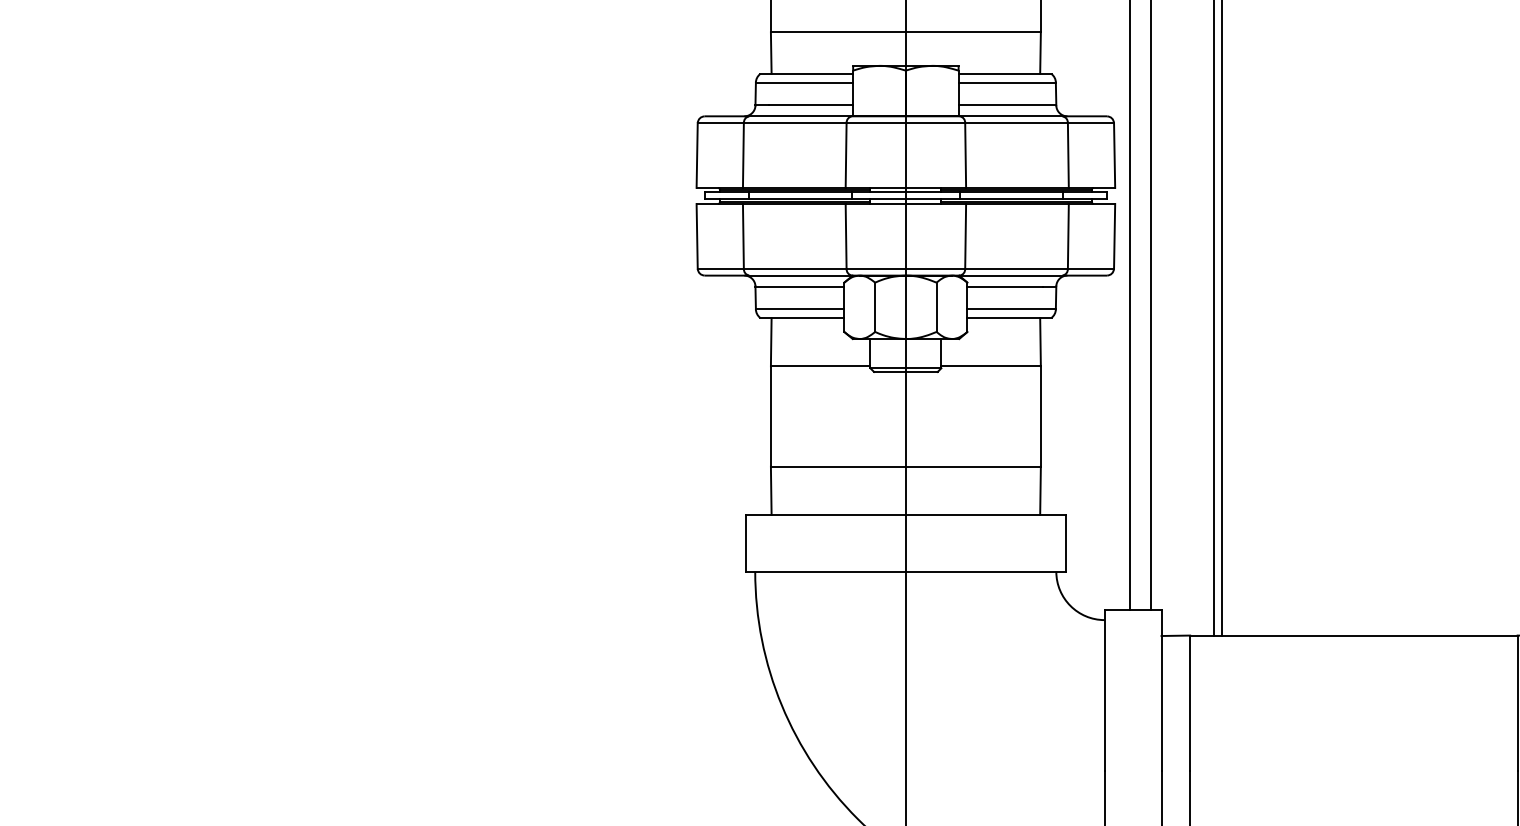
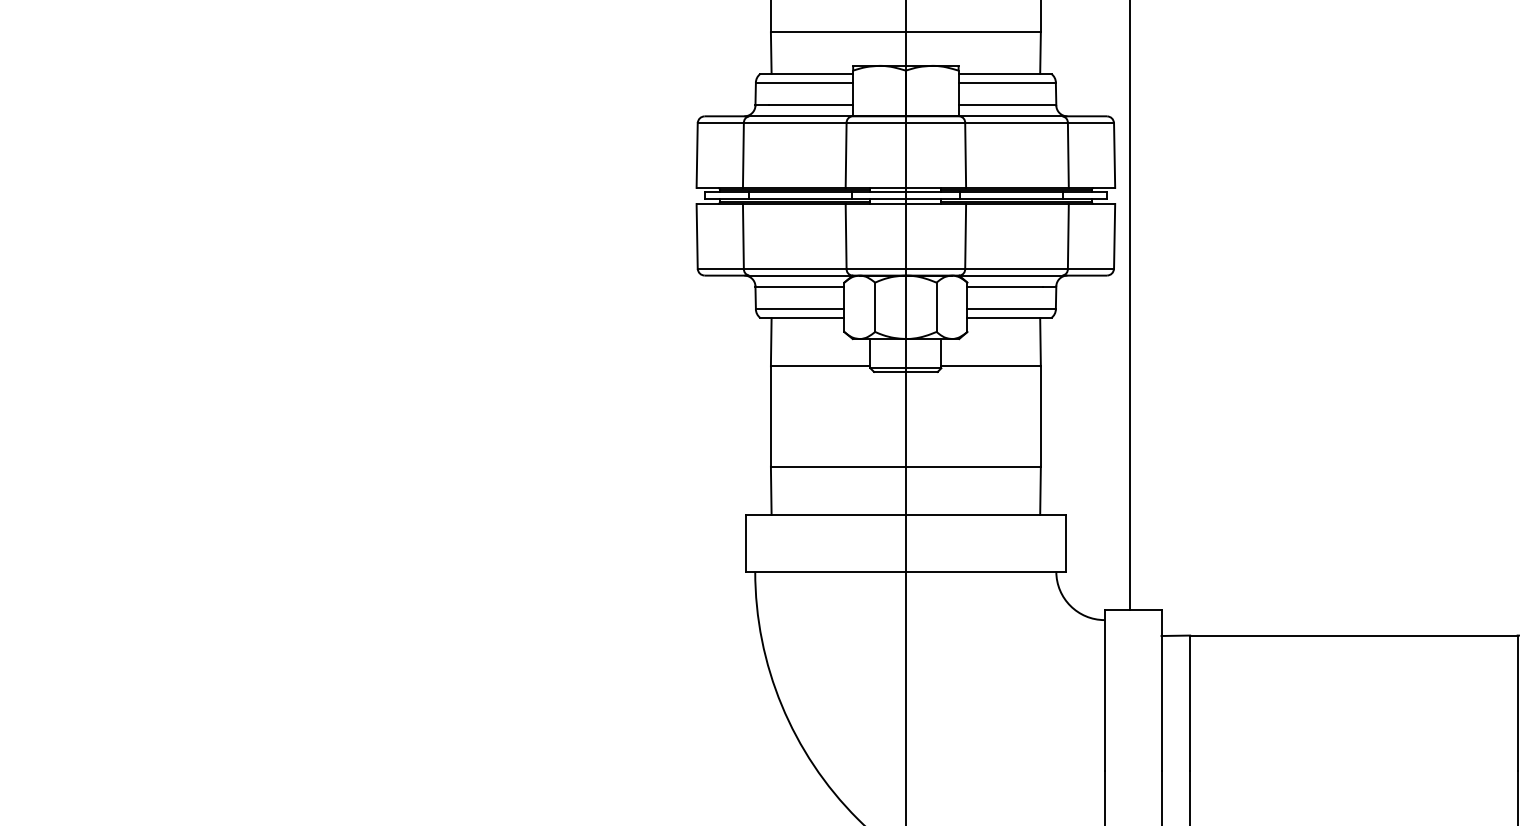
line at (1151, 306): present -> none
line at (1213, 318): present -> none
line at (1222, 318): present -> none
